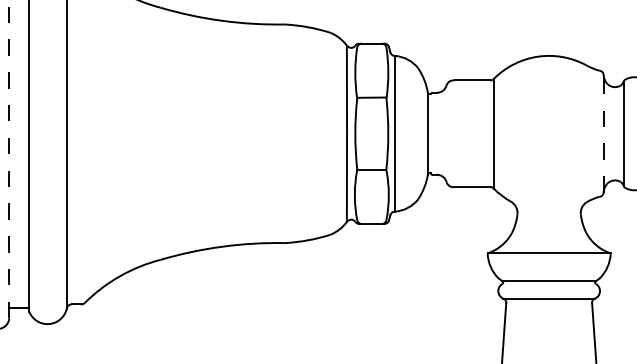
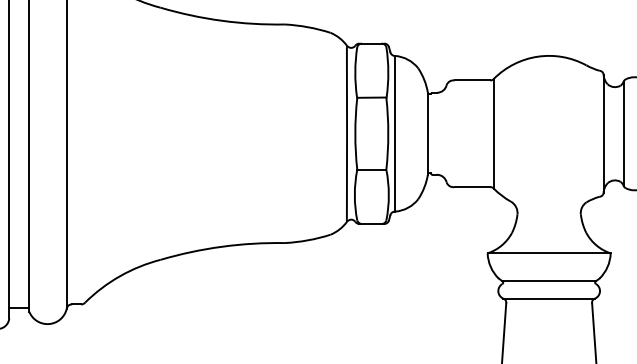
line at (603, 133): dashed -> solid
line at (9, 158): dashed -> solid
